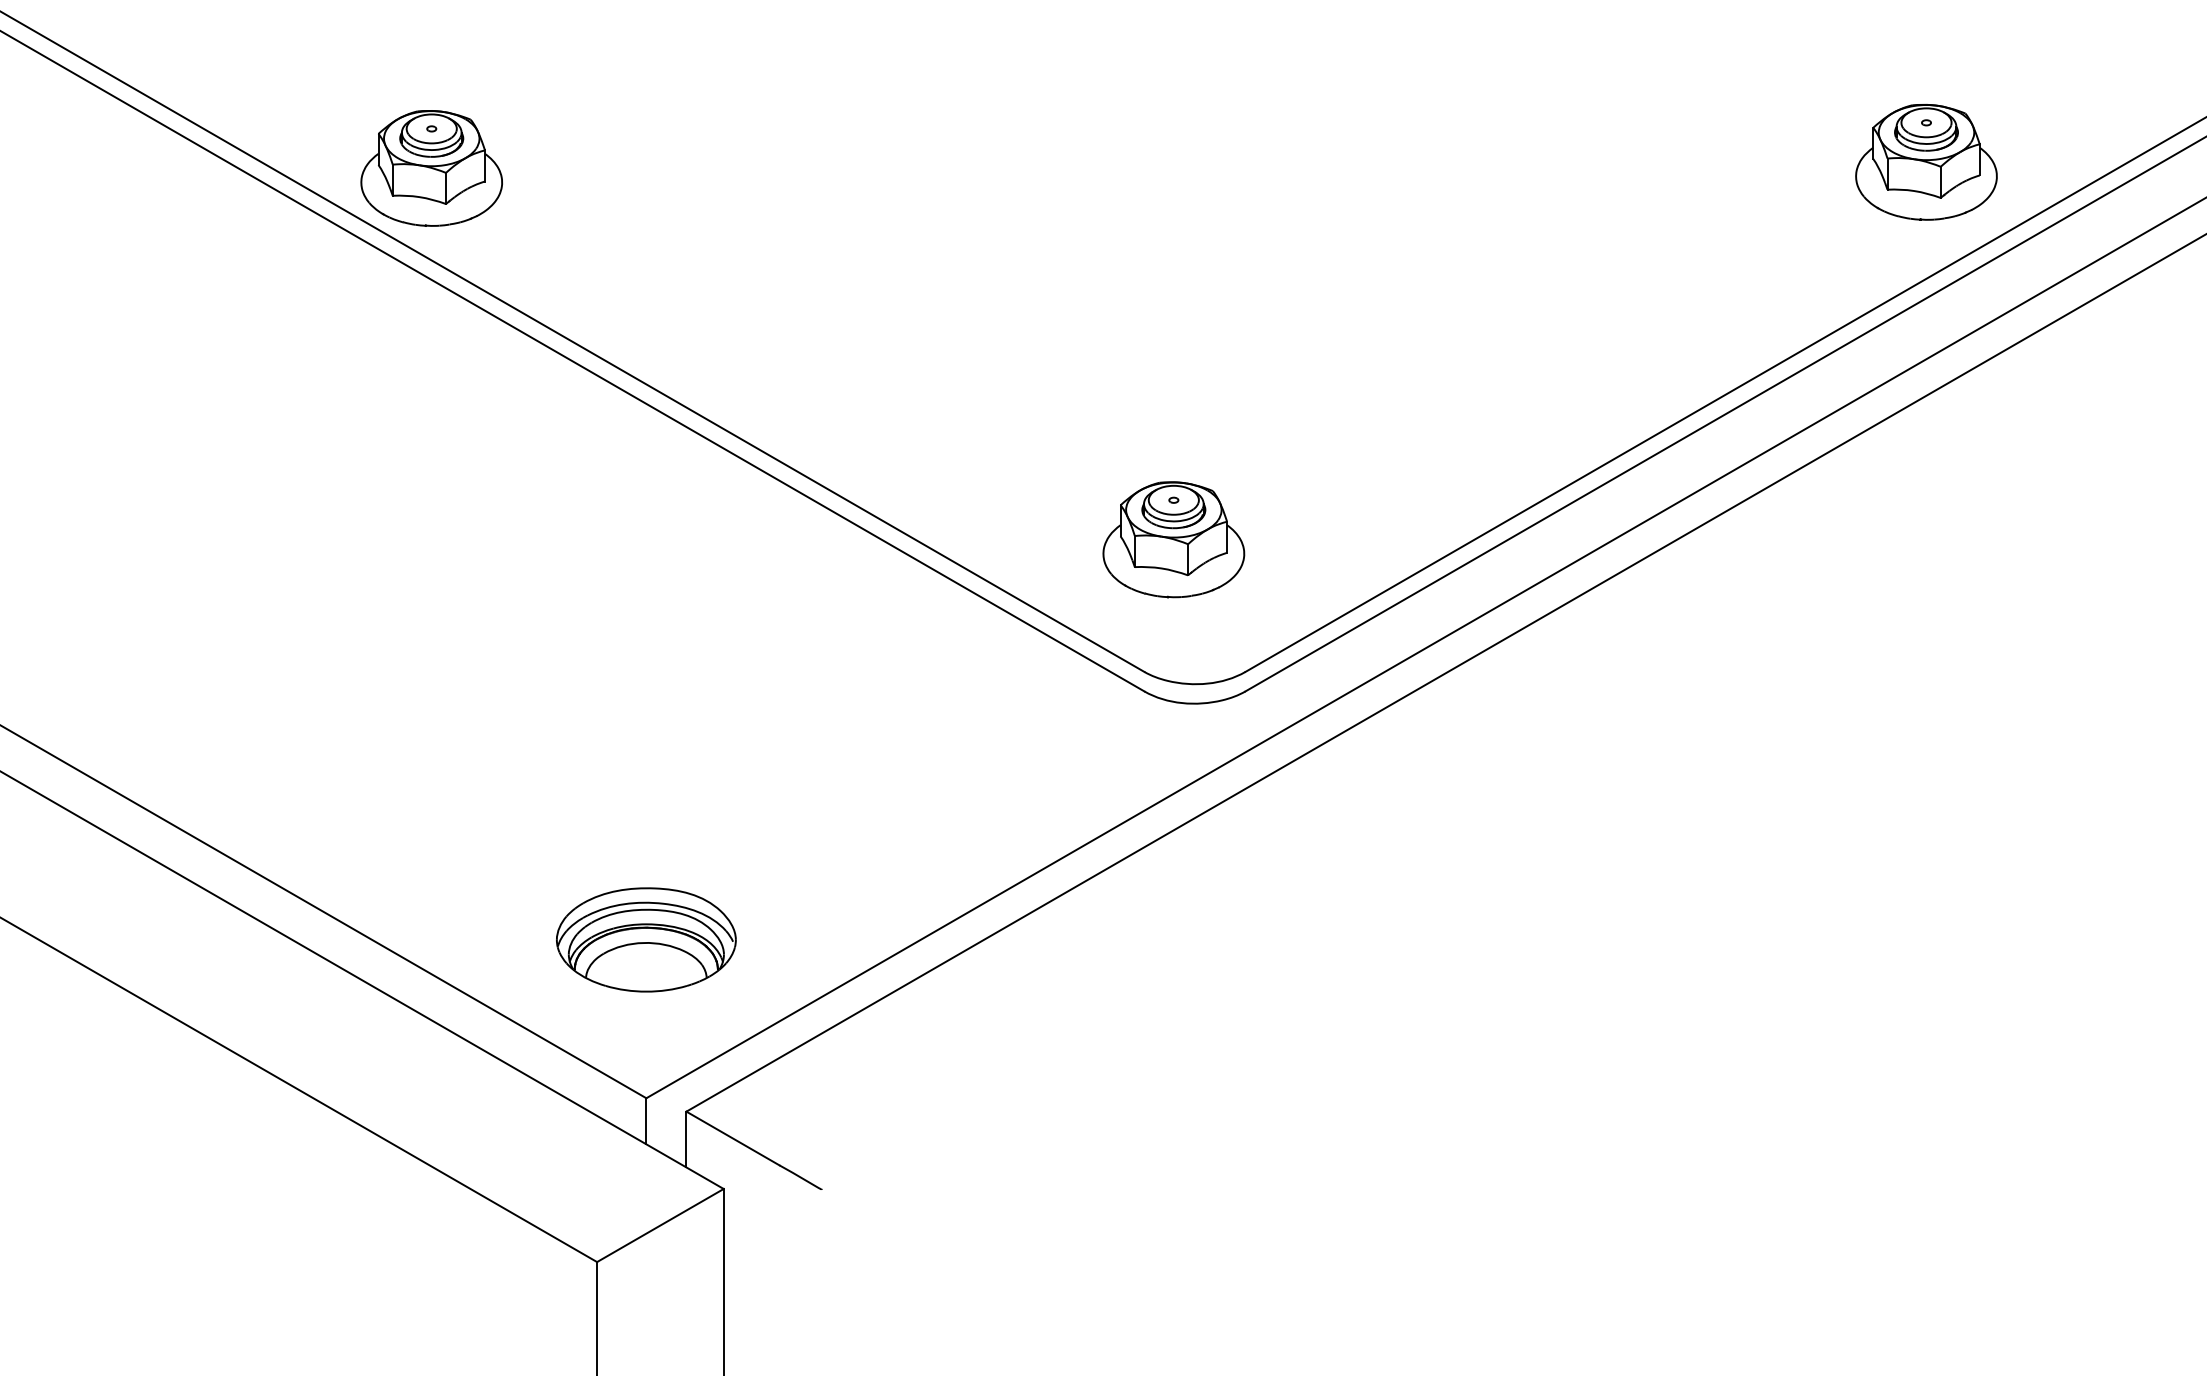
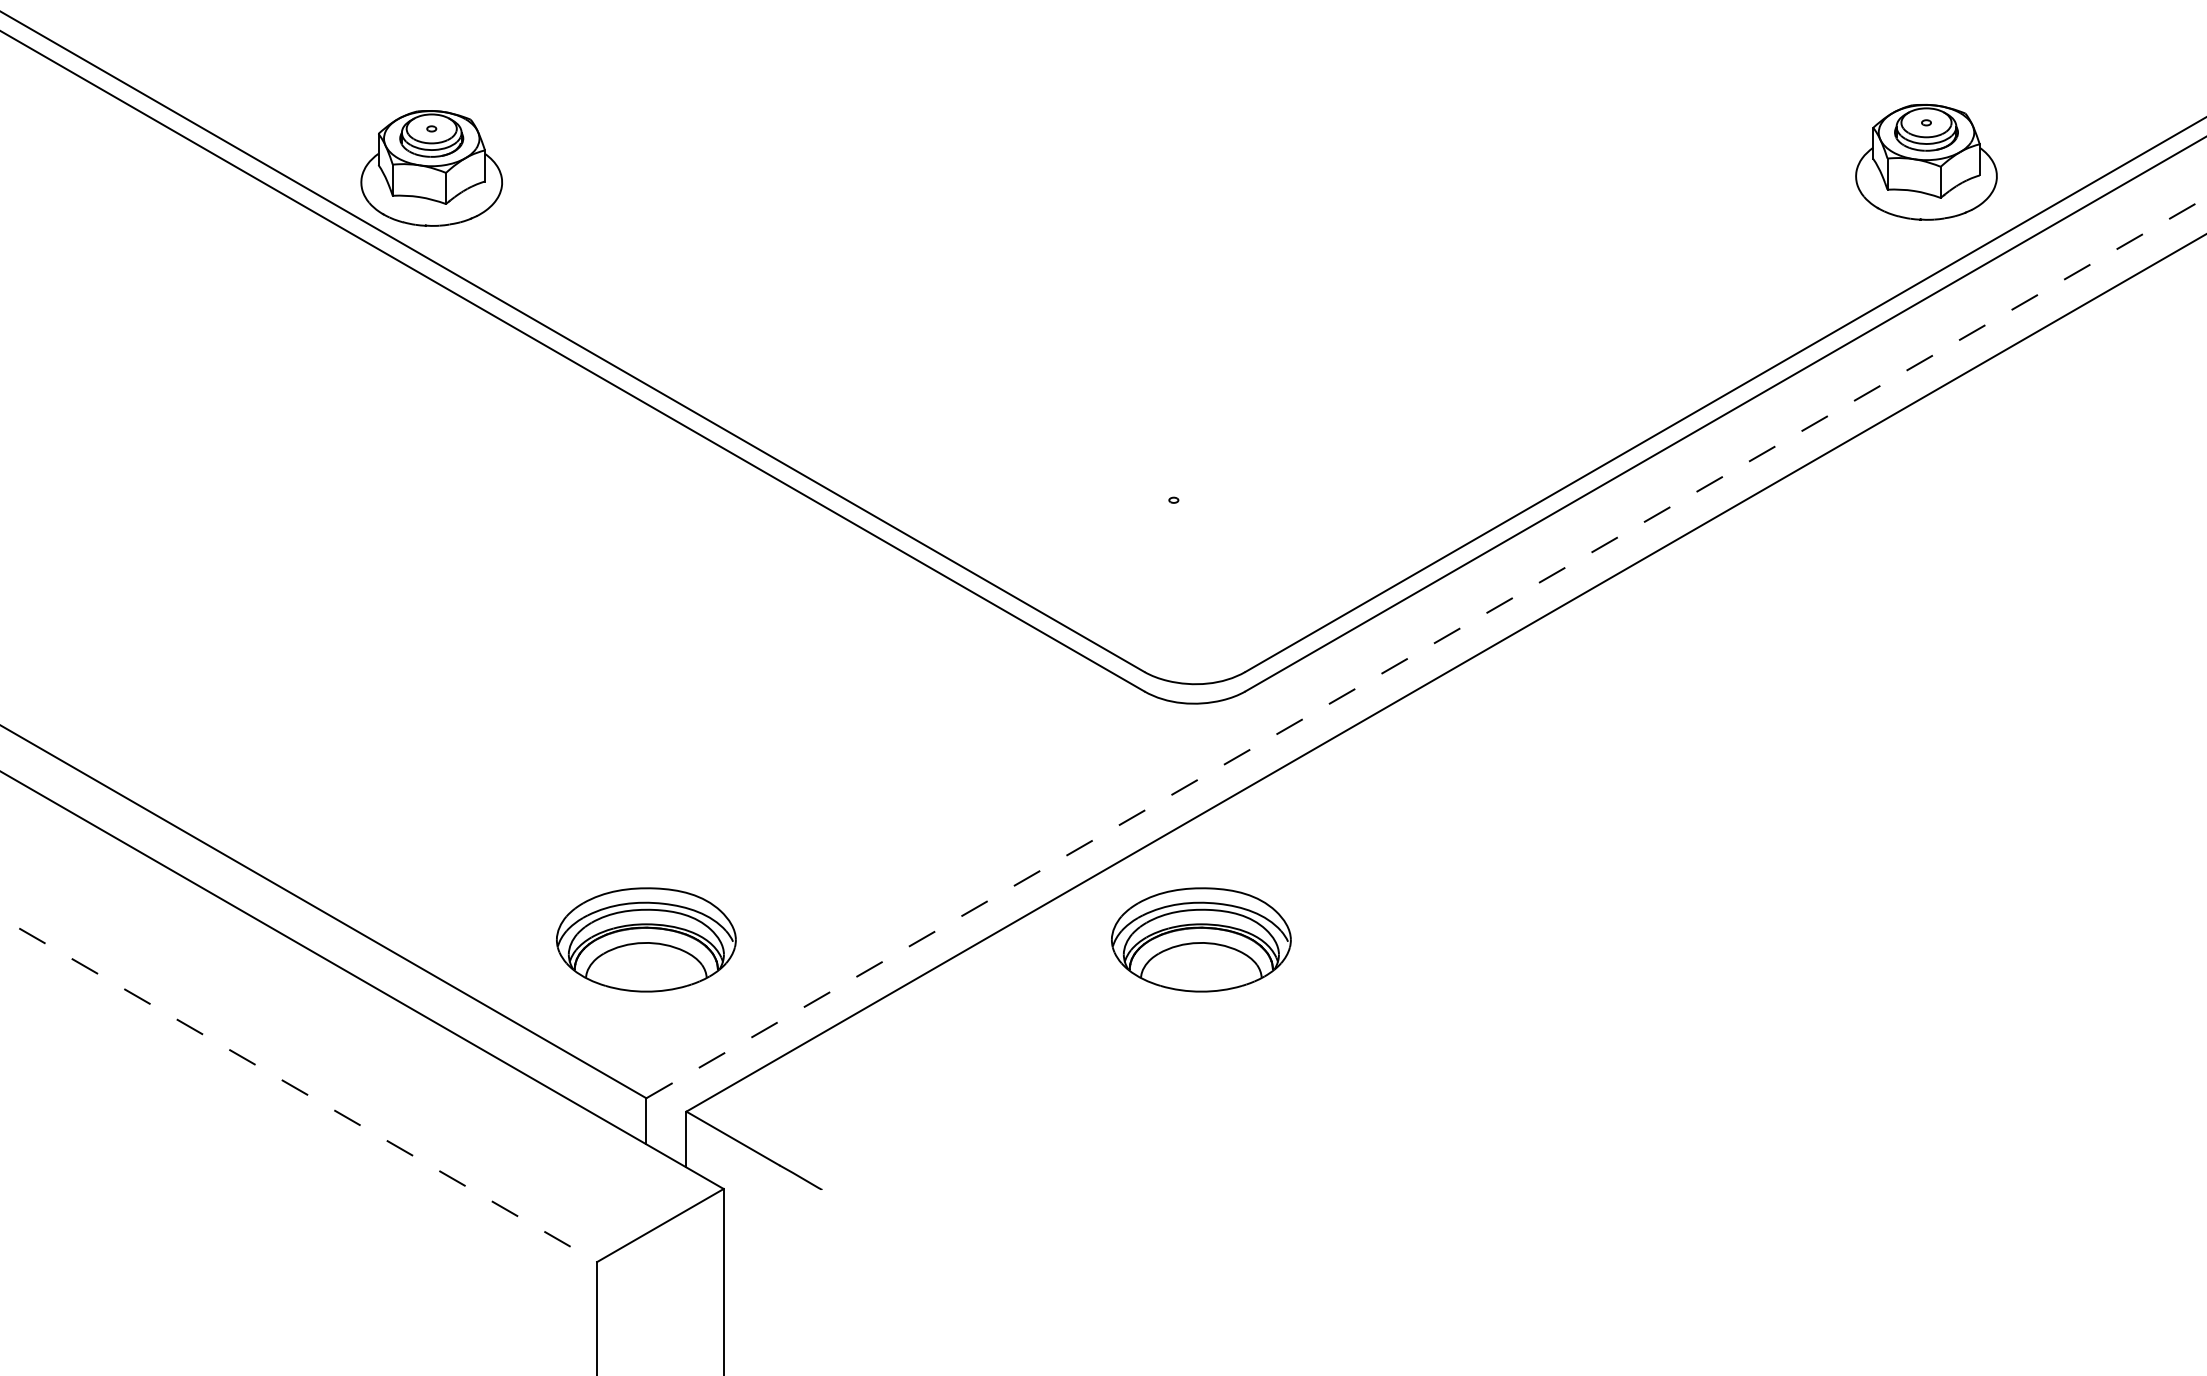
part at (1173, 539): present -> none
line at (1426, 647): solid -> dashed
part at (1201, 939): none -> present
line at (299, 1090): solid -> dashed
